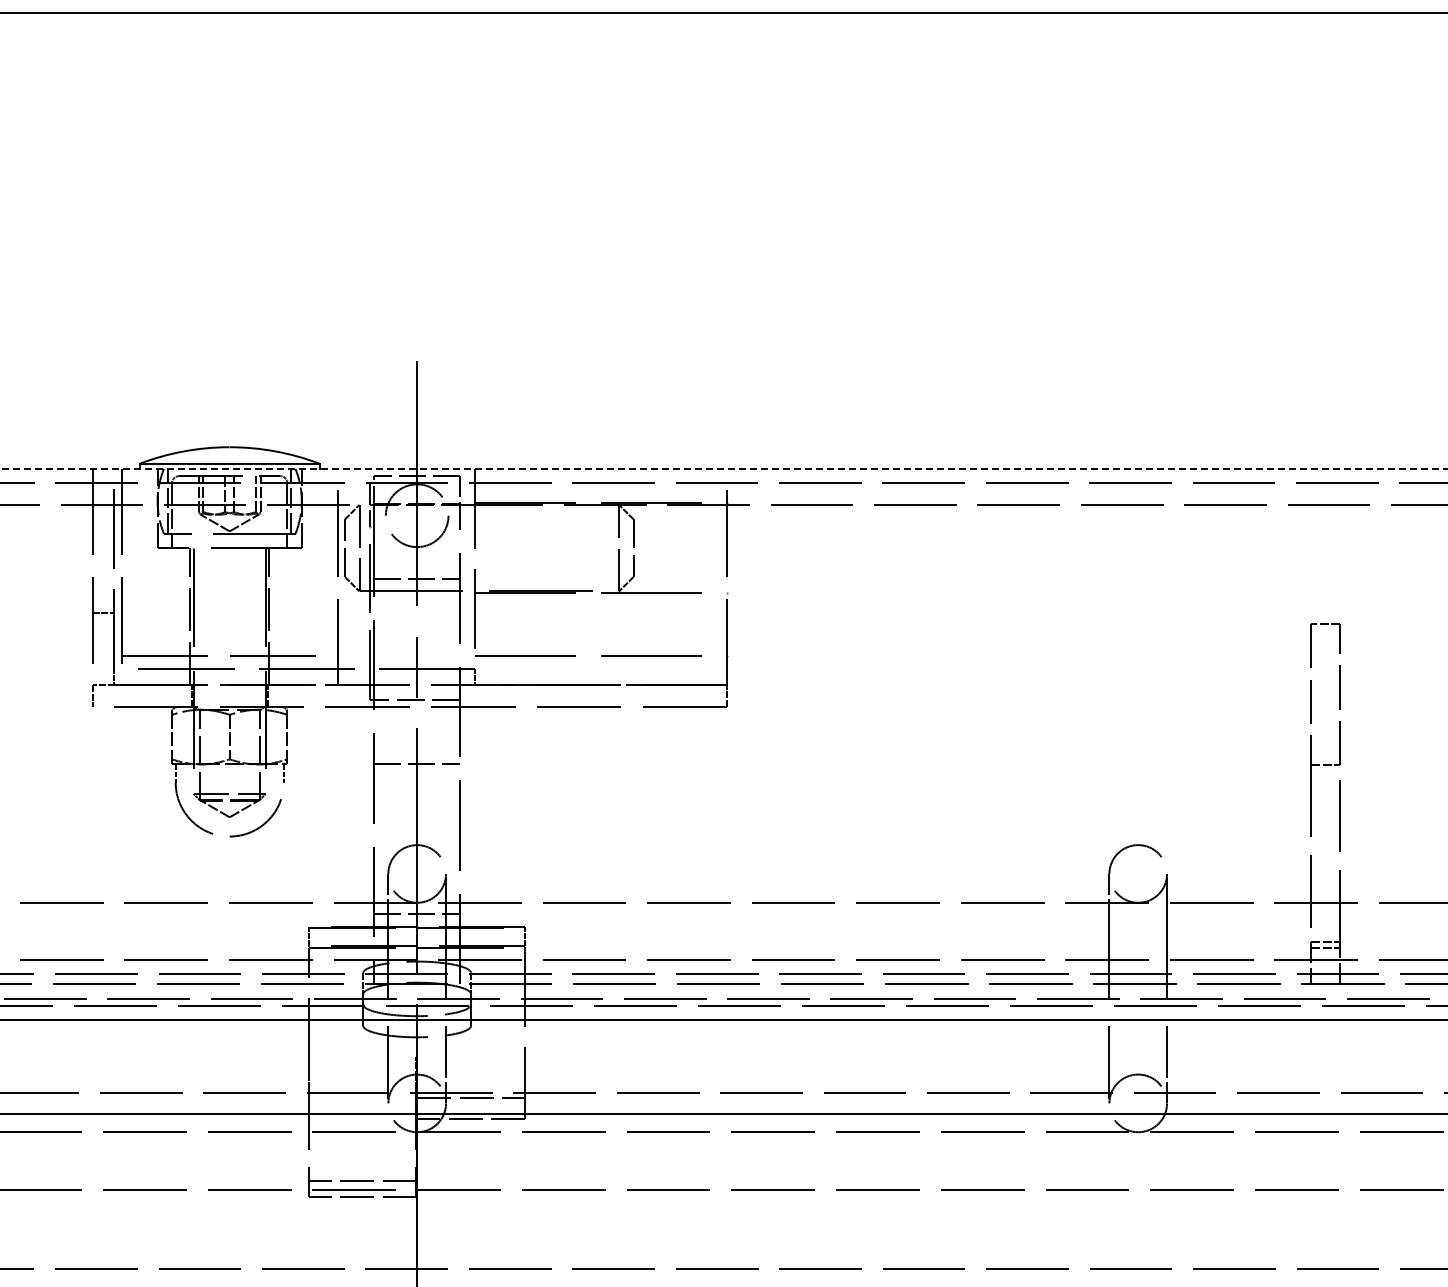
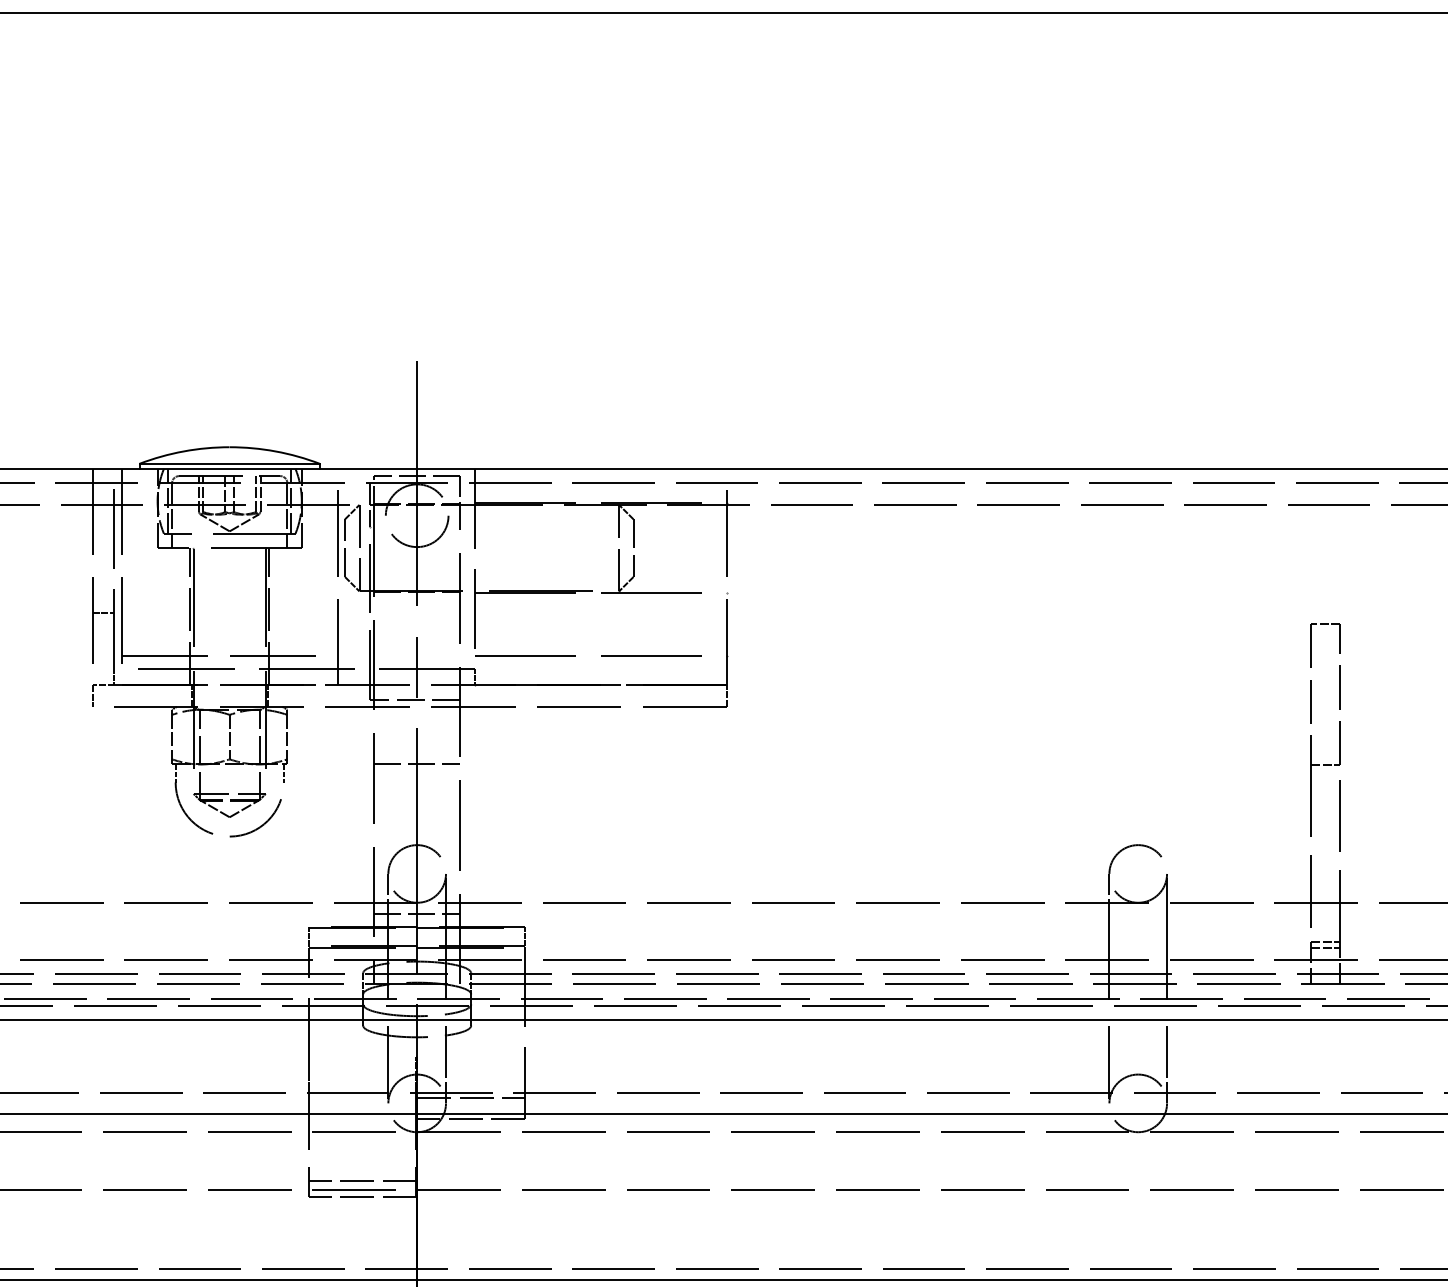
line at (724, 468): dashed -> solid
line at (416, 579) position: (416, 579) -> (416, 592)
line at (723, 1280): none -> present
